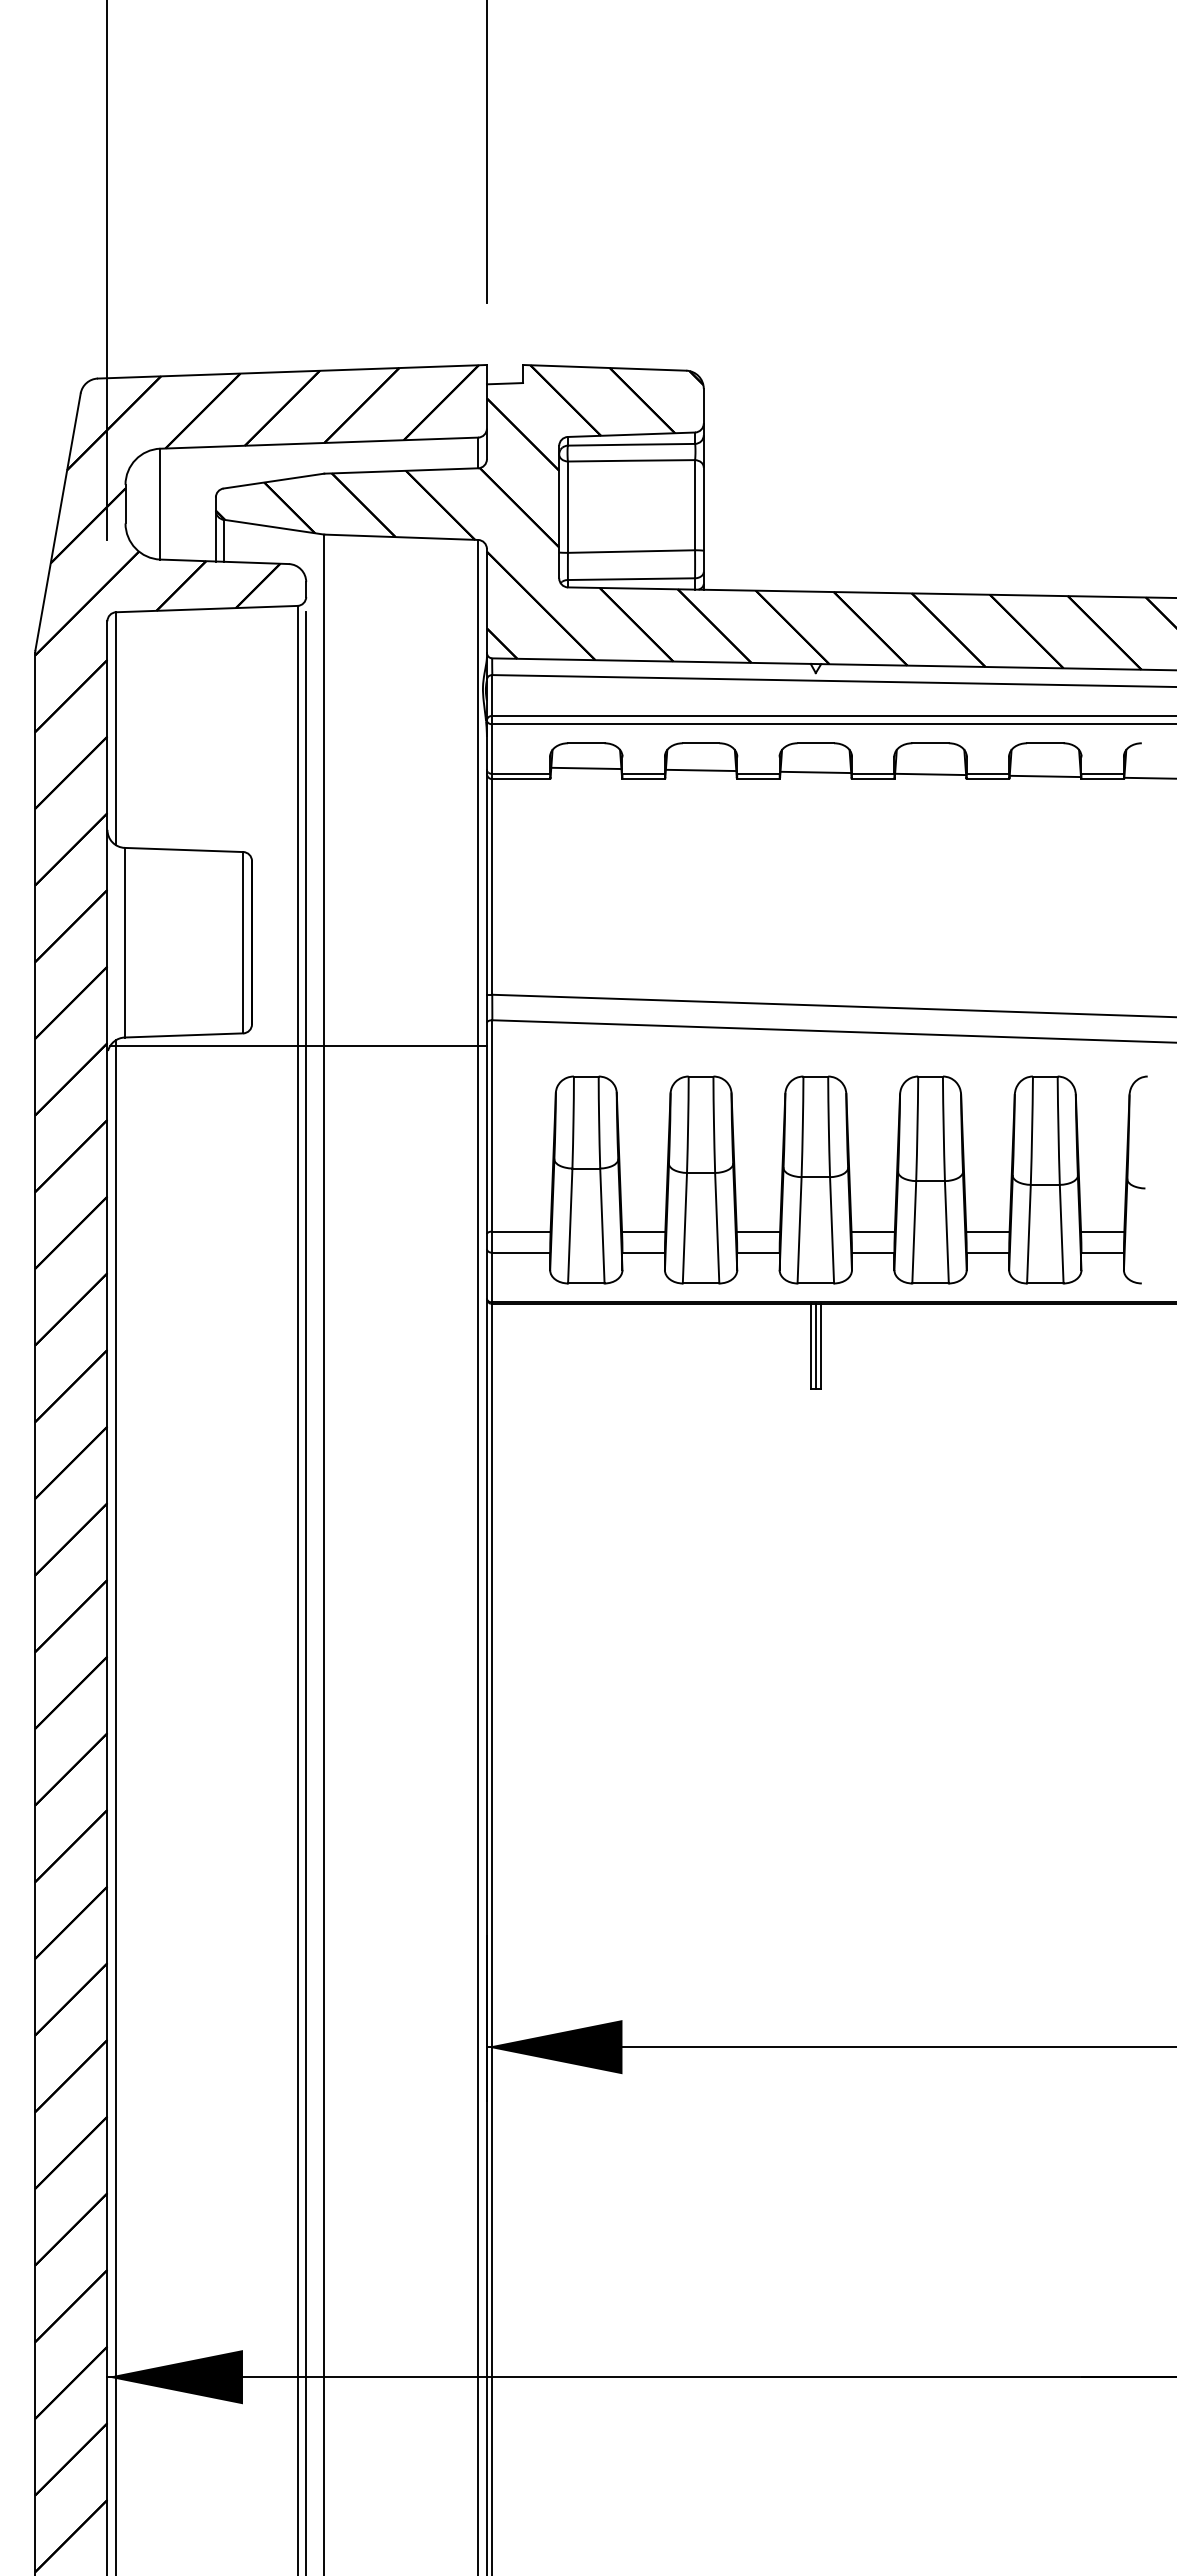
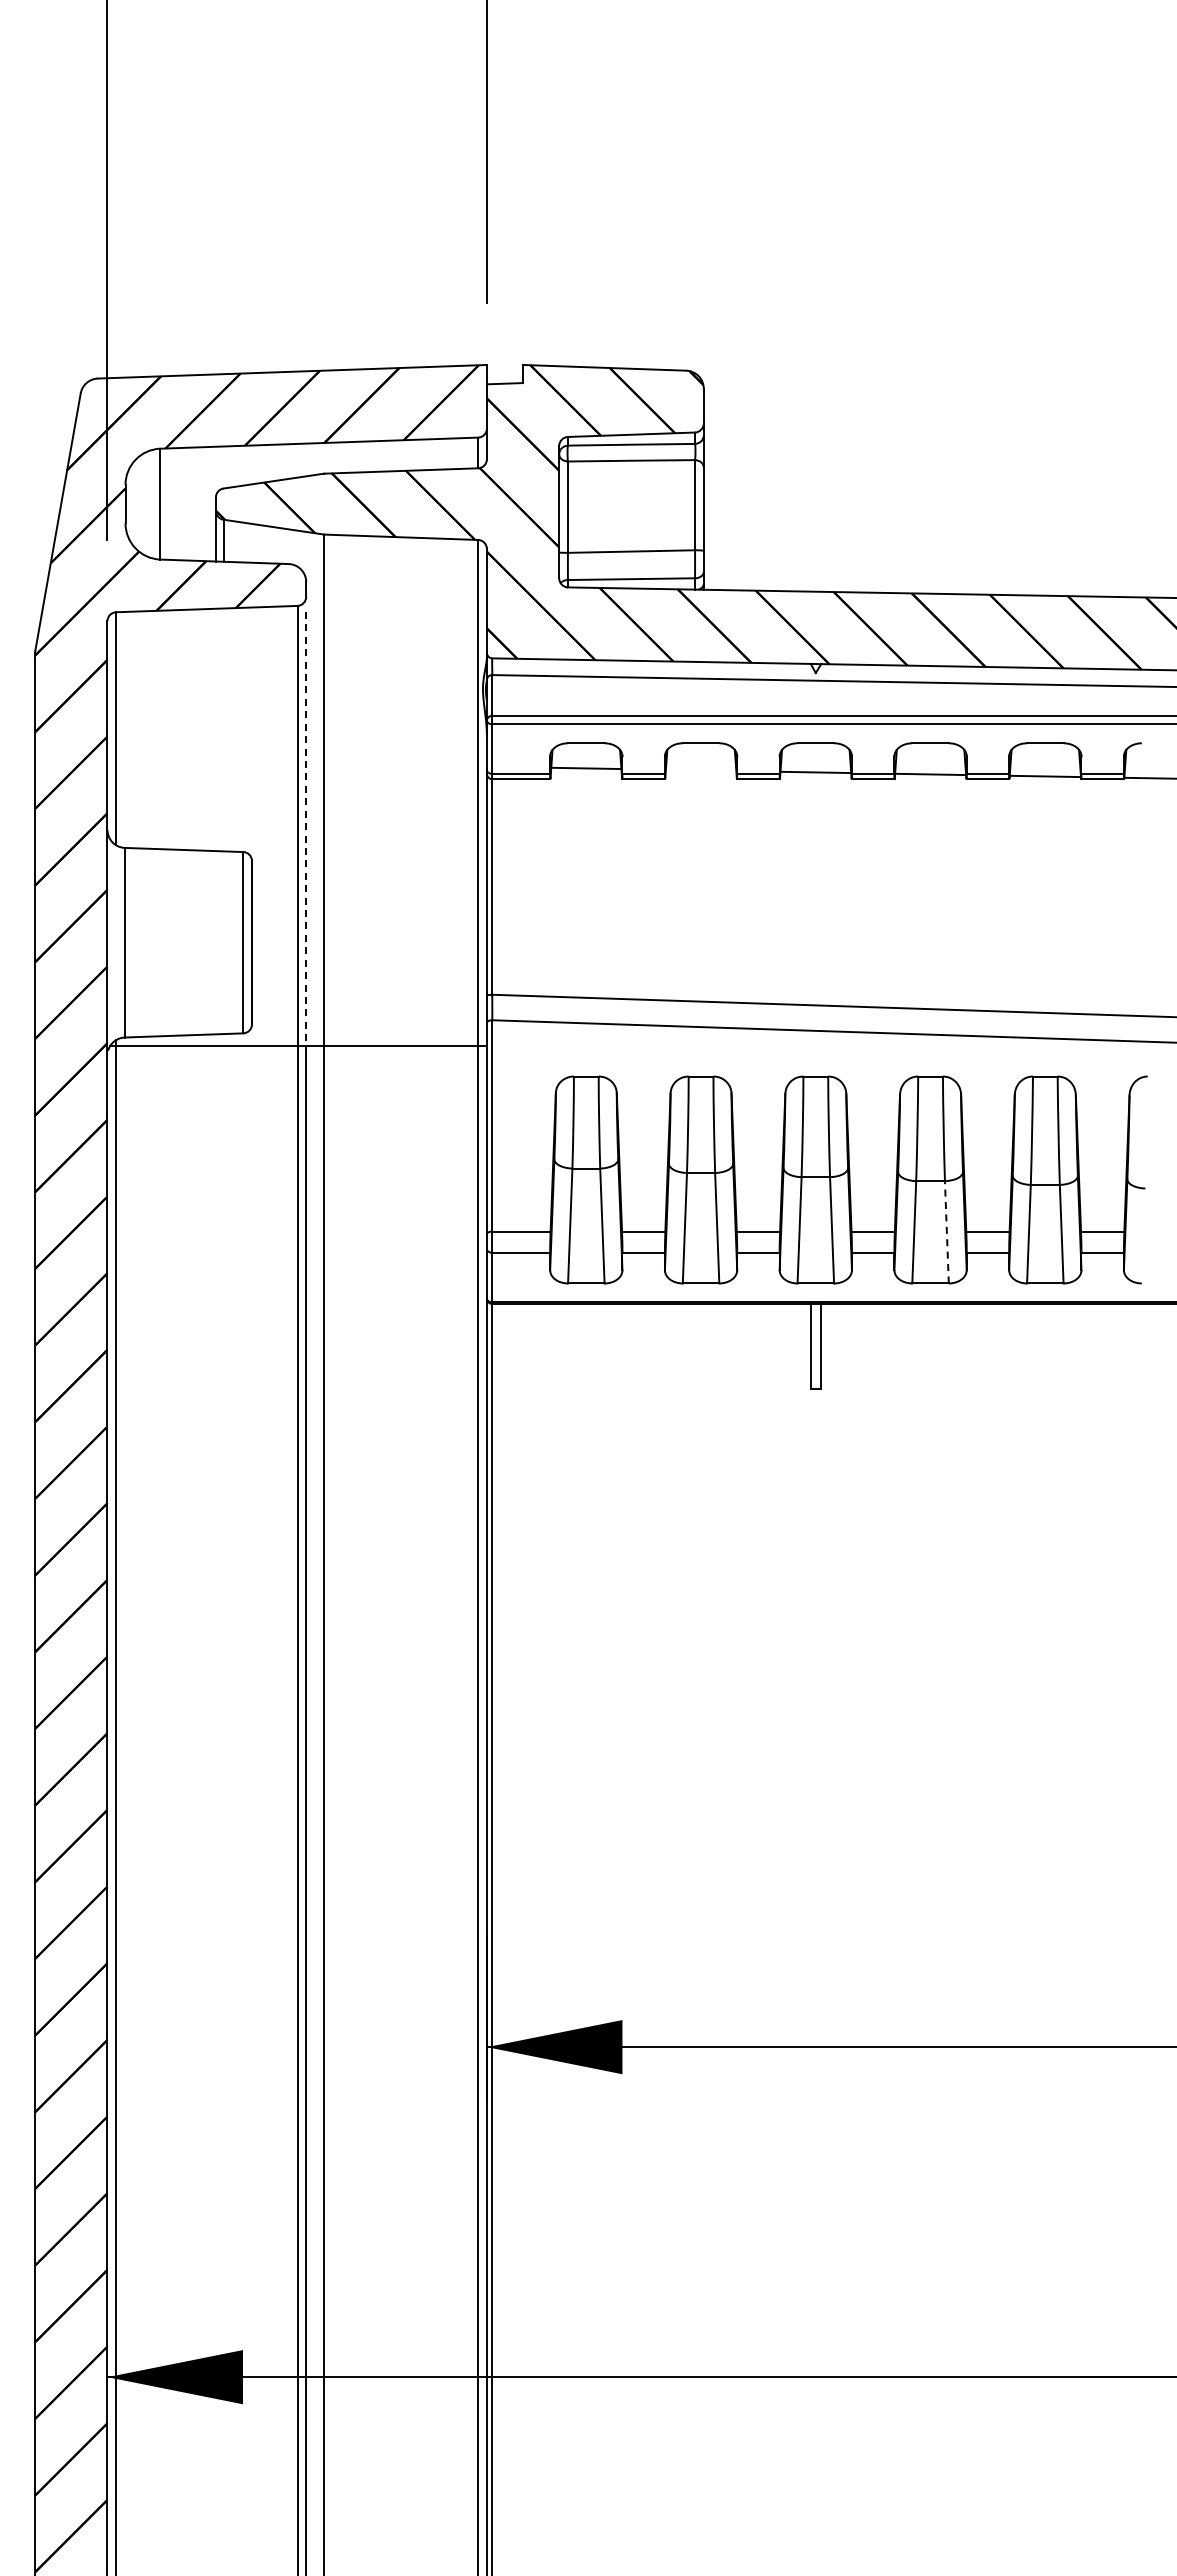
line at (700, 770): present -> none
line at (306, 829): solid -> dashed
line at (946, 1231): solid -> dashed
line at (815, 1346): present -> none
